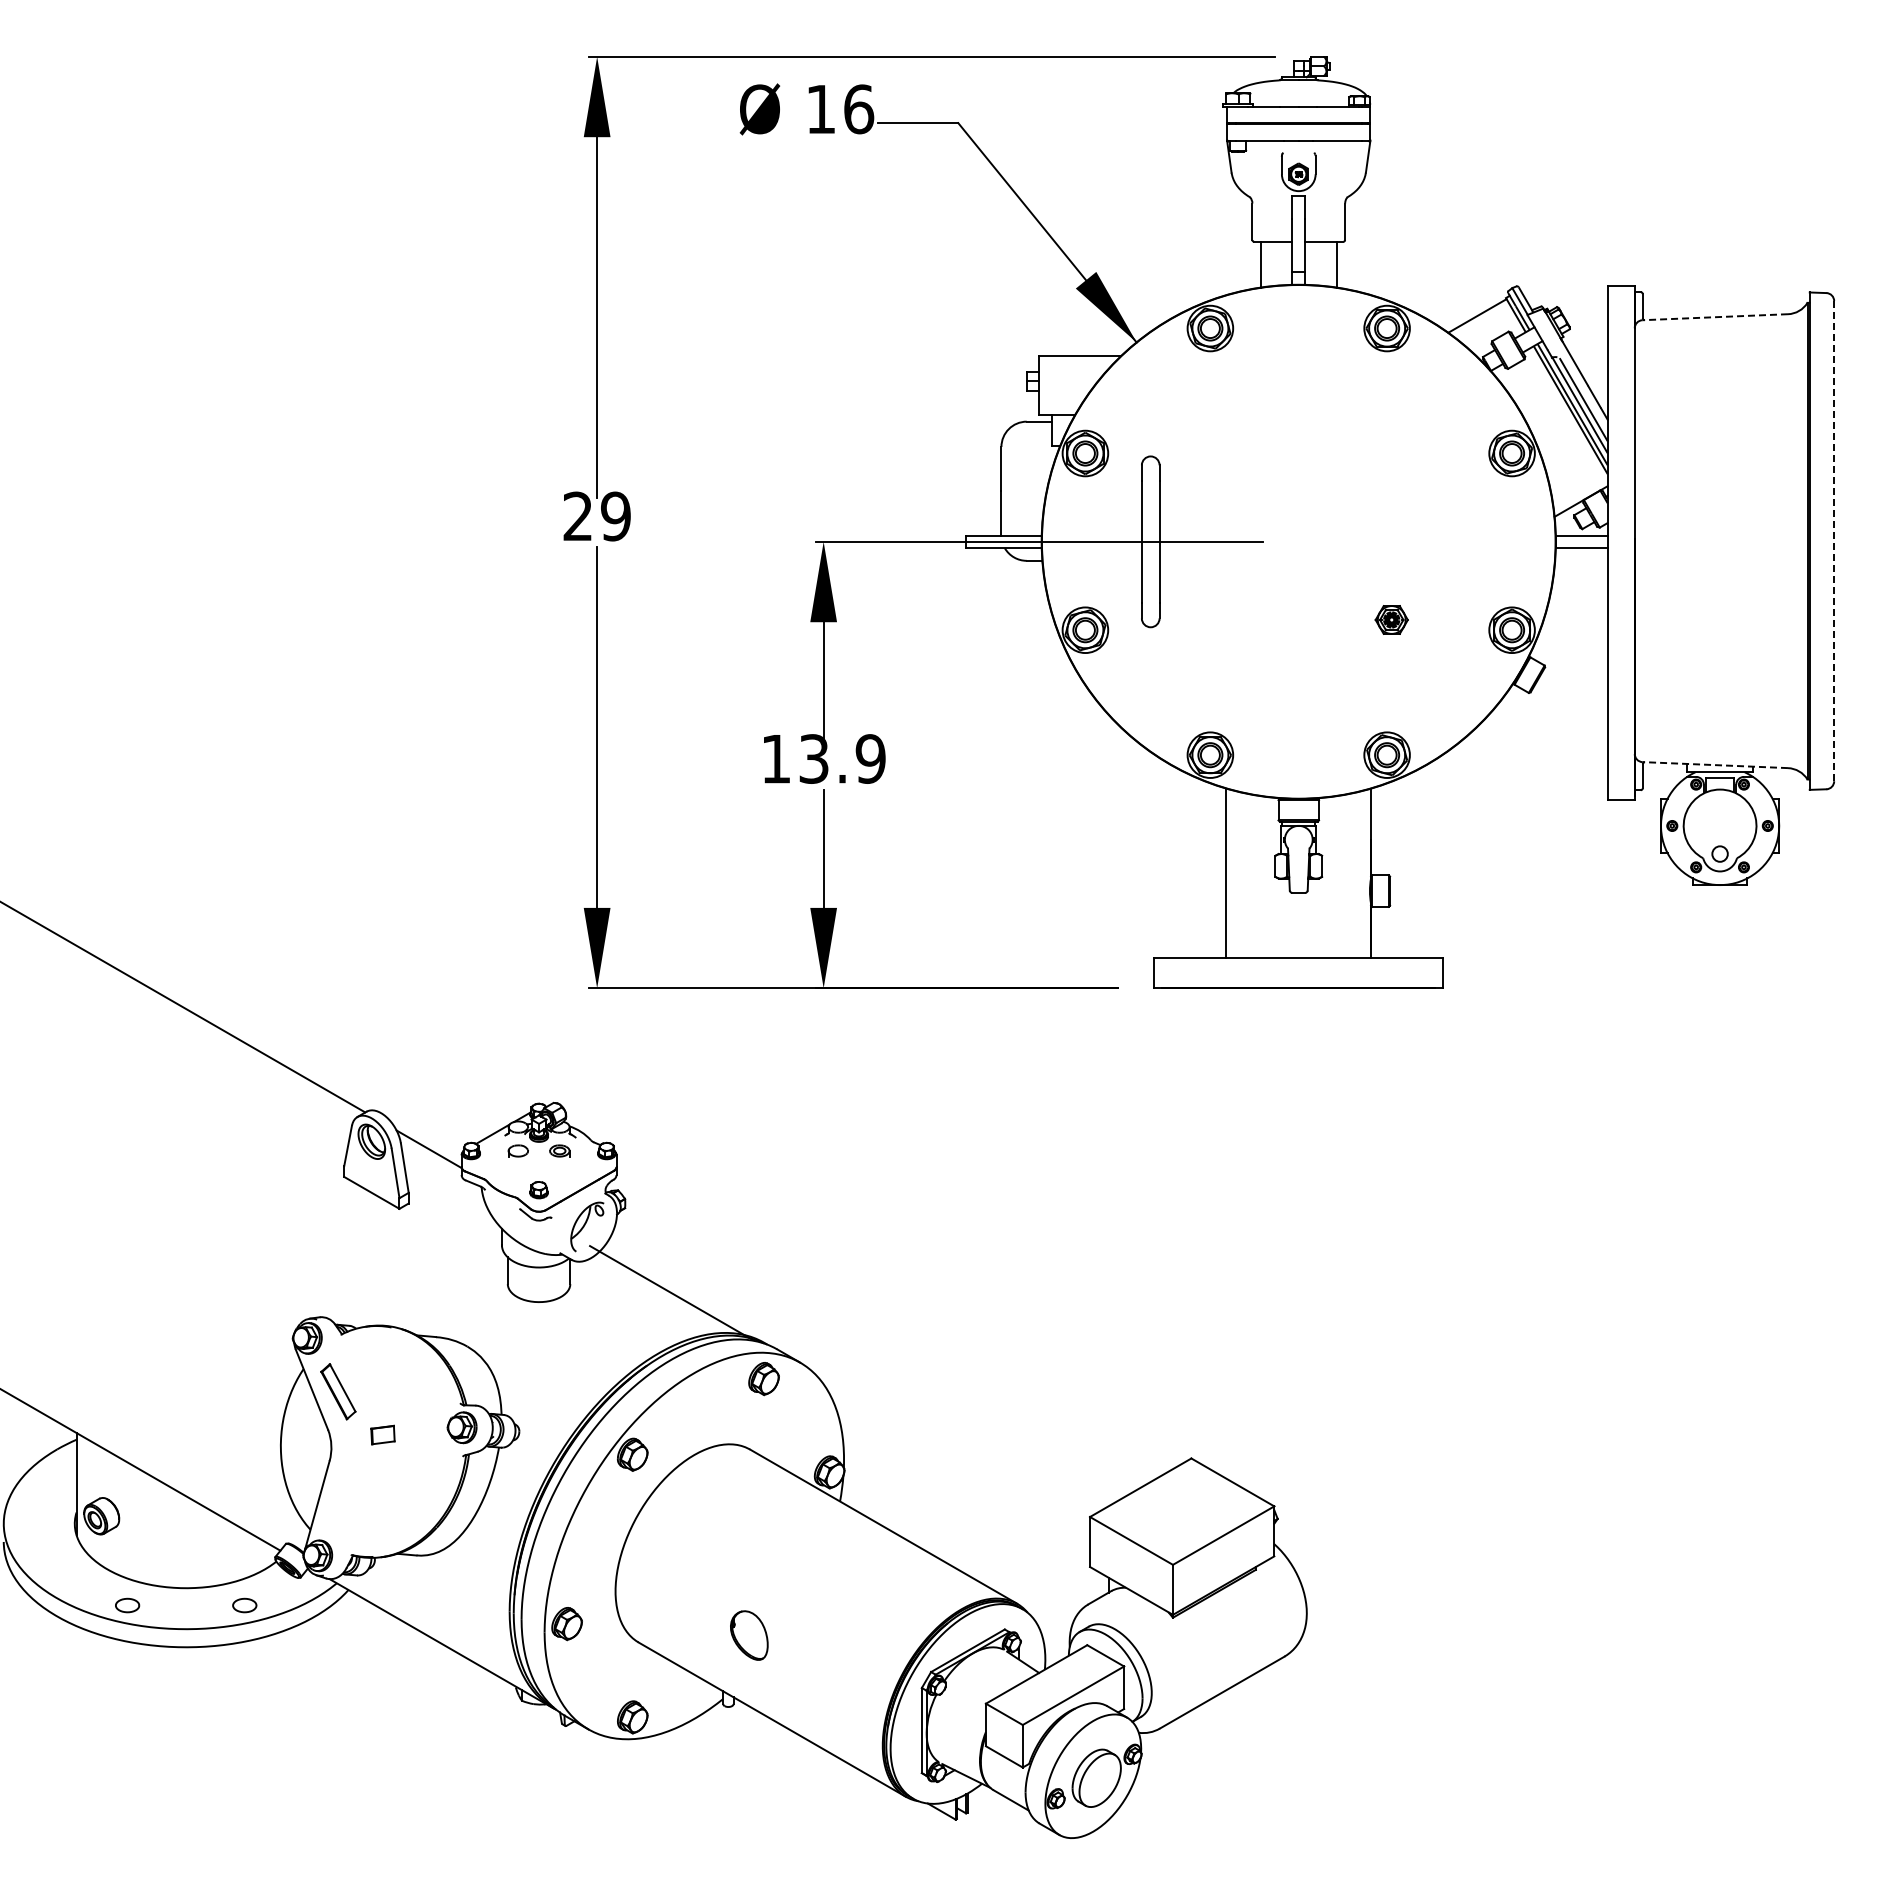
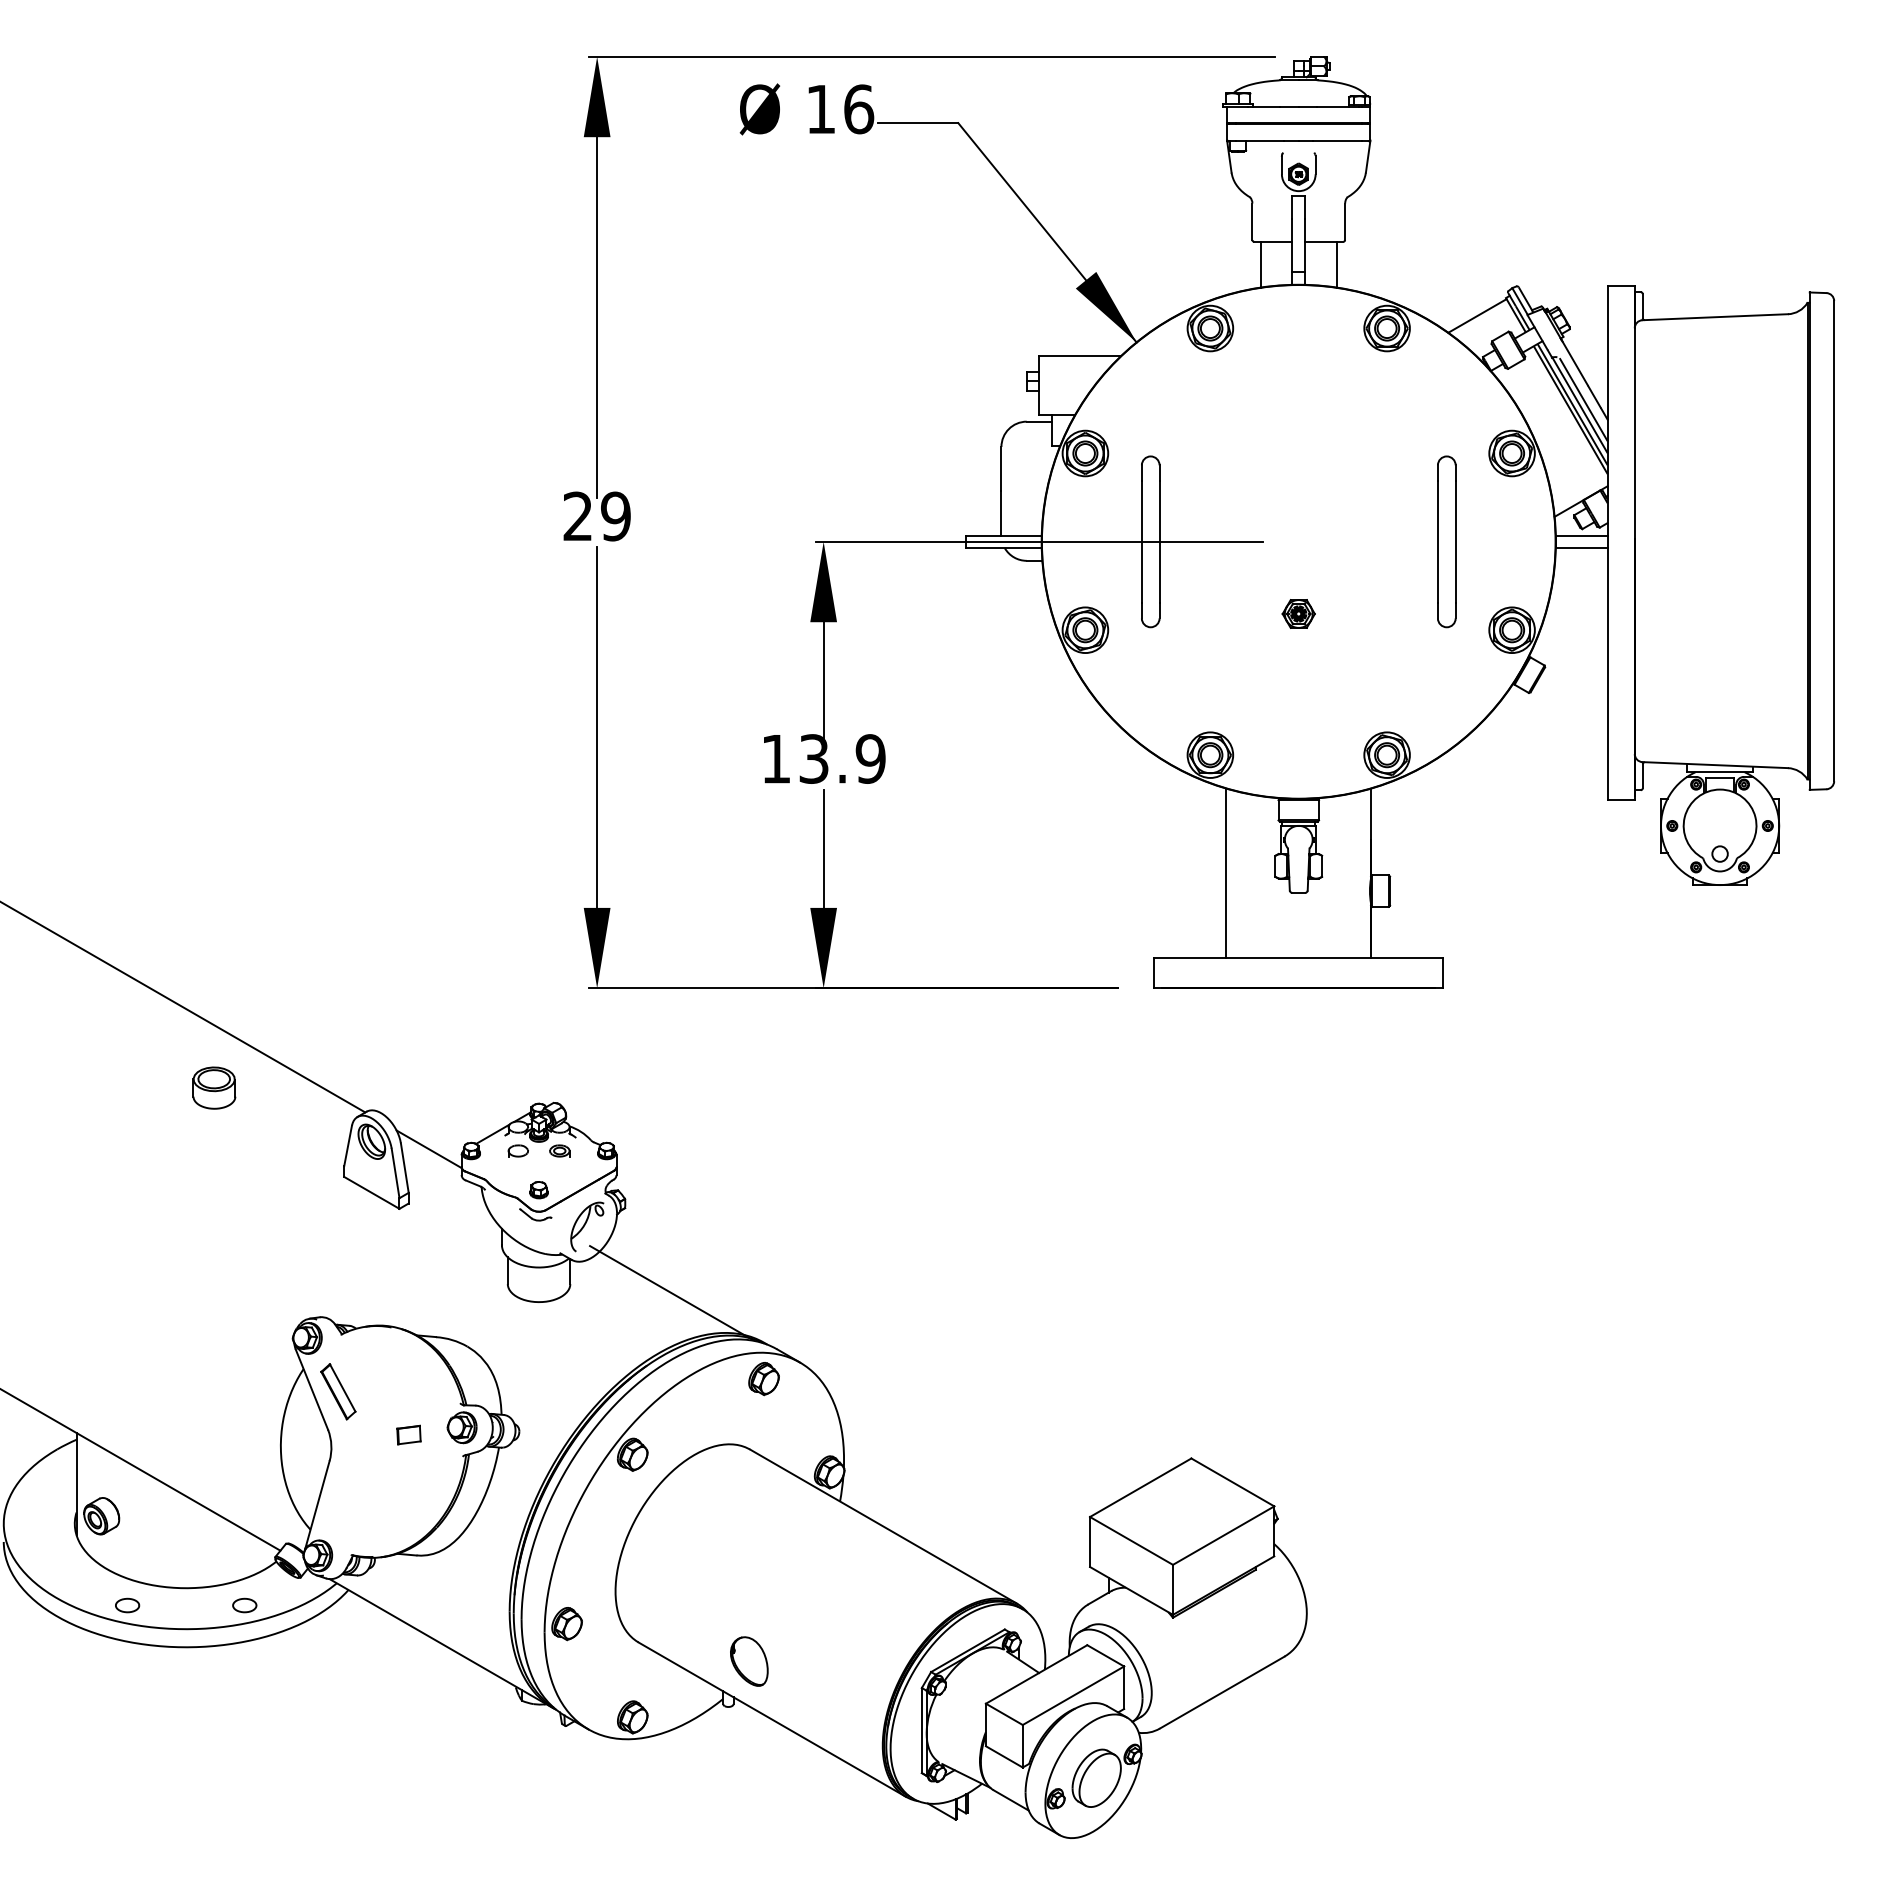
line at (1715, 317): dashed -> solid
part at (1446, 541): none -> present
line at (1834, 541): dashed -> solid
part at (1391, 619) position: (1391, 619) -> (1298, 613)
line at (1715, 765): dashed -> solid
part at (214, 1087): none -> present
part at (382, 1434) position: (382, 1434) -> (408, 1434)
part at (749, 1635) position: (749, 1635) -> (749, 1661)
